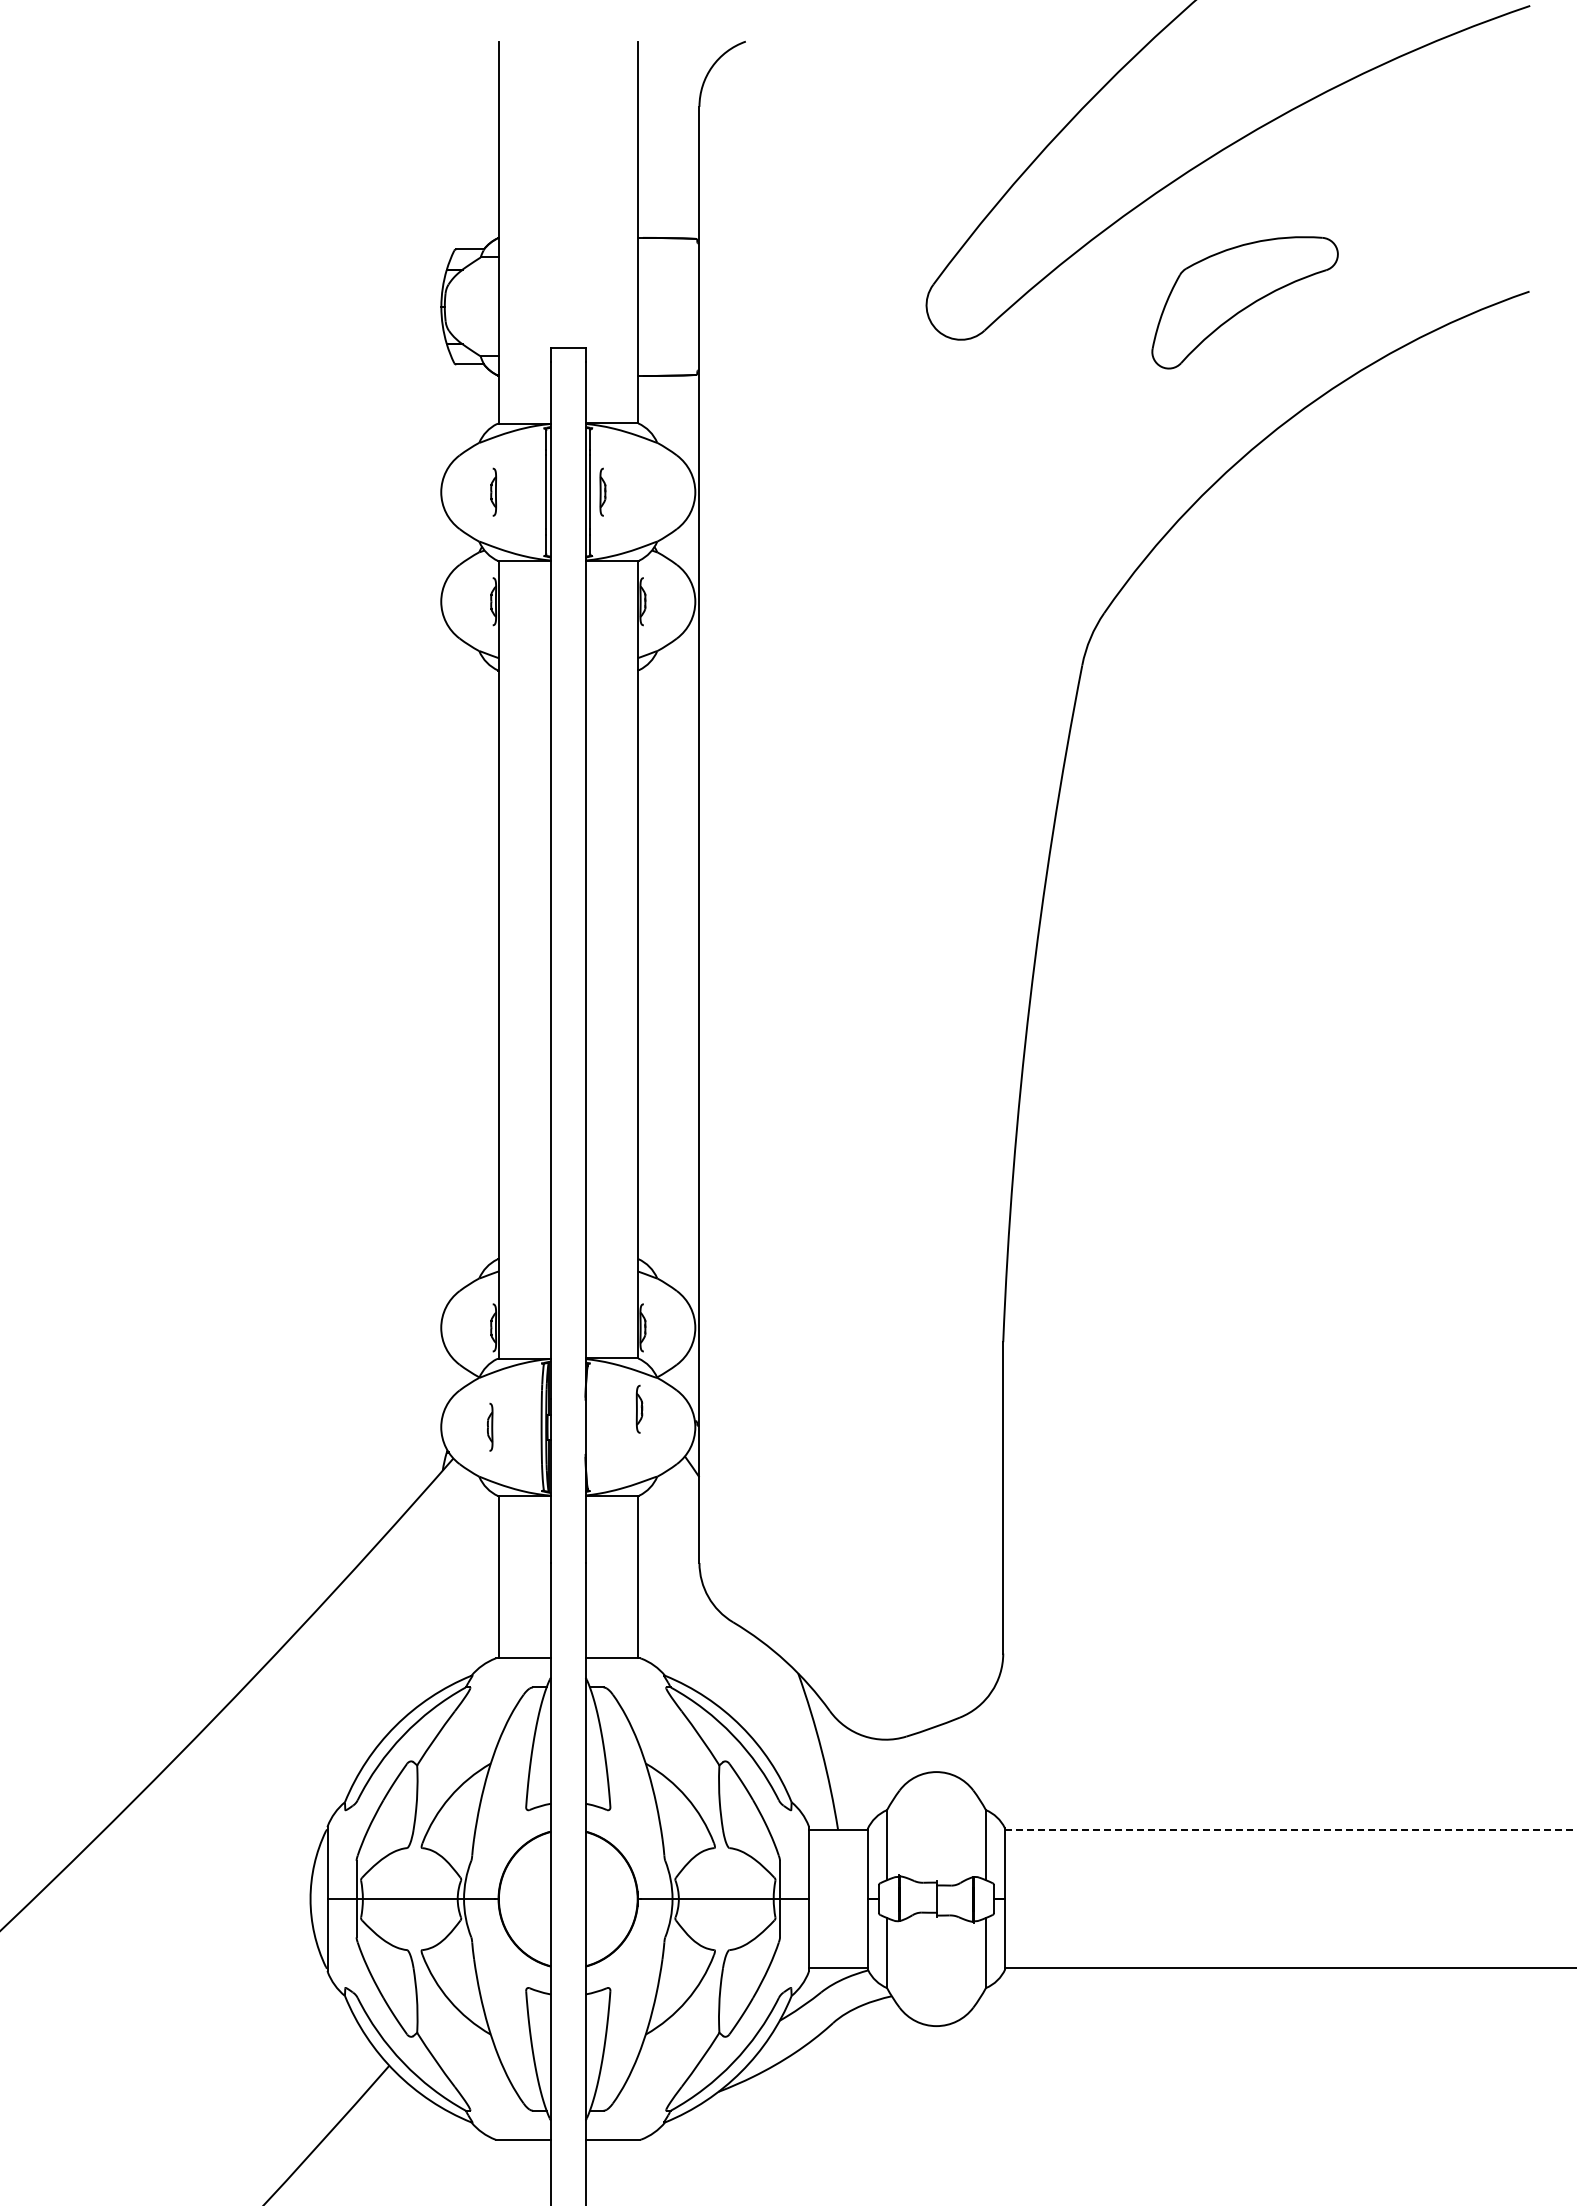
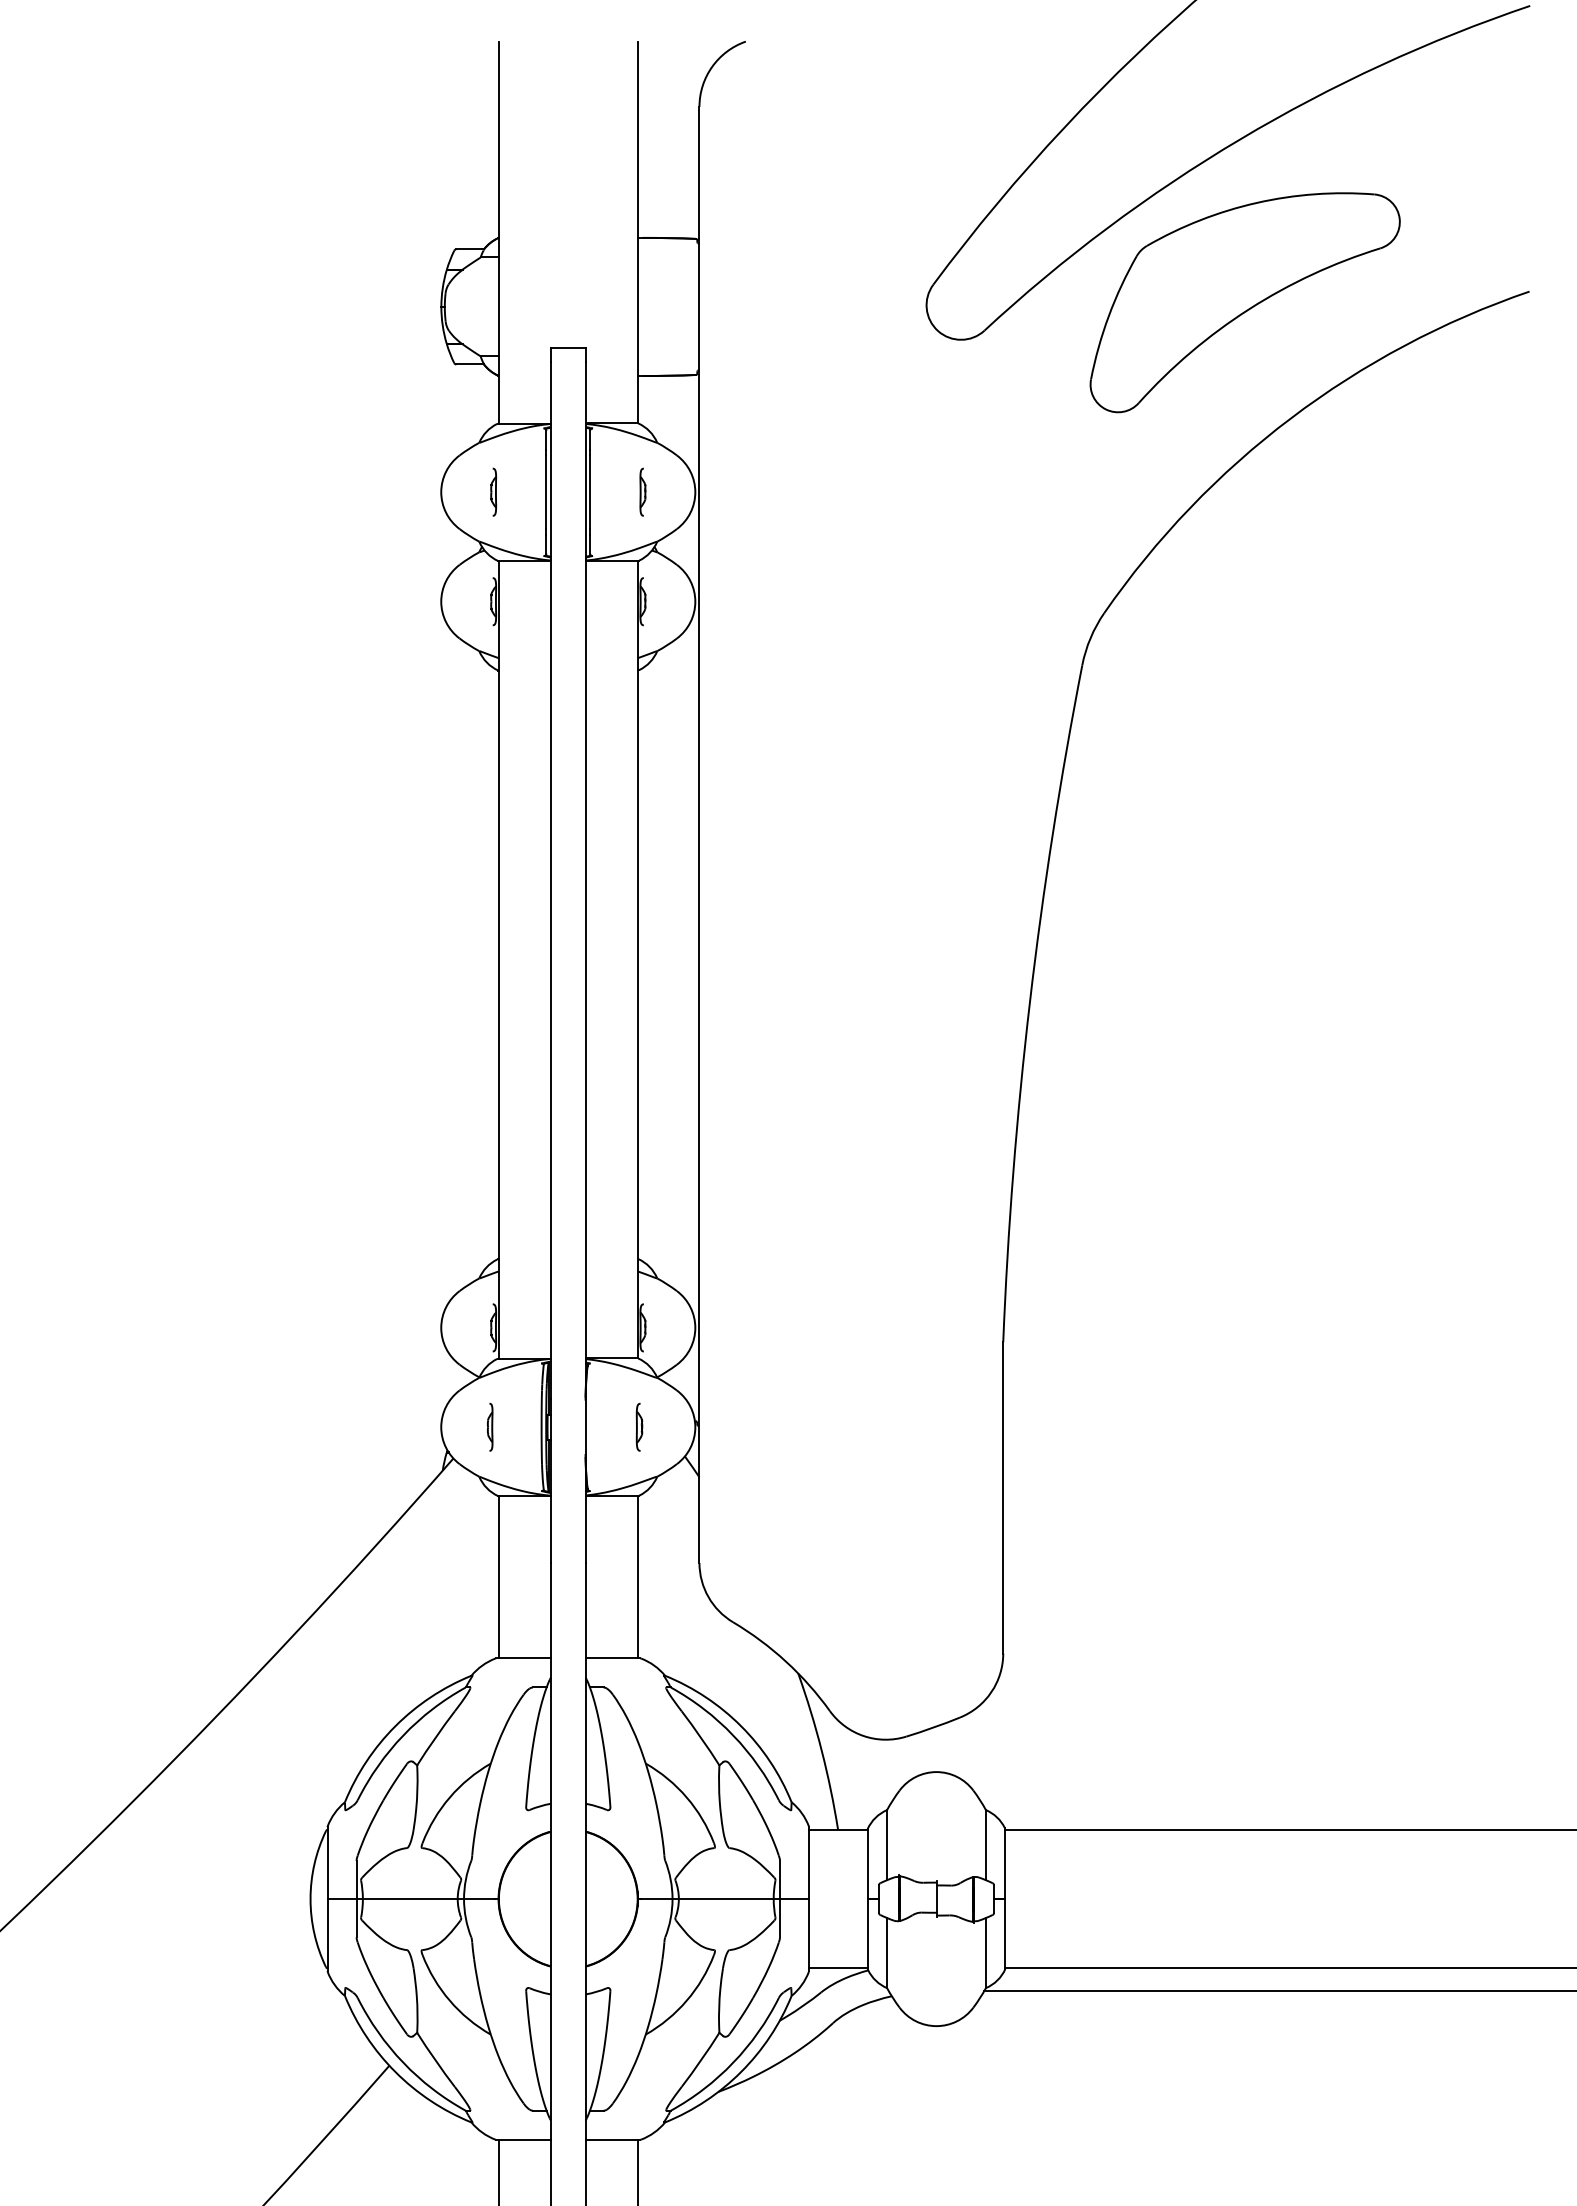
part at (1244, 302) size: 188x134 px -> 312x222 px
part at (602, 491) position: (602, 491) -> (642, 491)
part at (639, 1408) position: (639, 1408) -> (639, 1426)
line at (1290, 1829): dashed -> solid
line at (1278, 1990): none -> present
line at (498, 2170): none -> present
line at (637, 2170): none -> present
